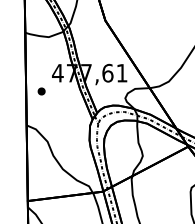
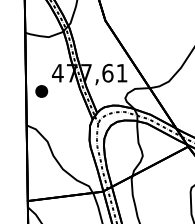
part at (41, 91) size: 9x9 px -> 14x13 px
